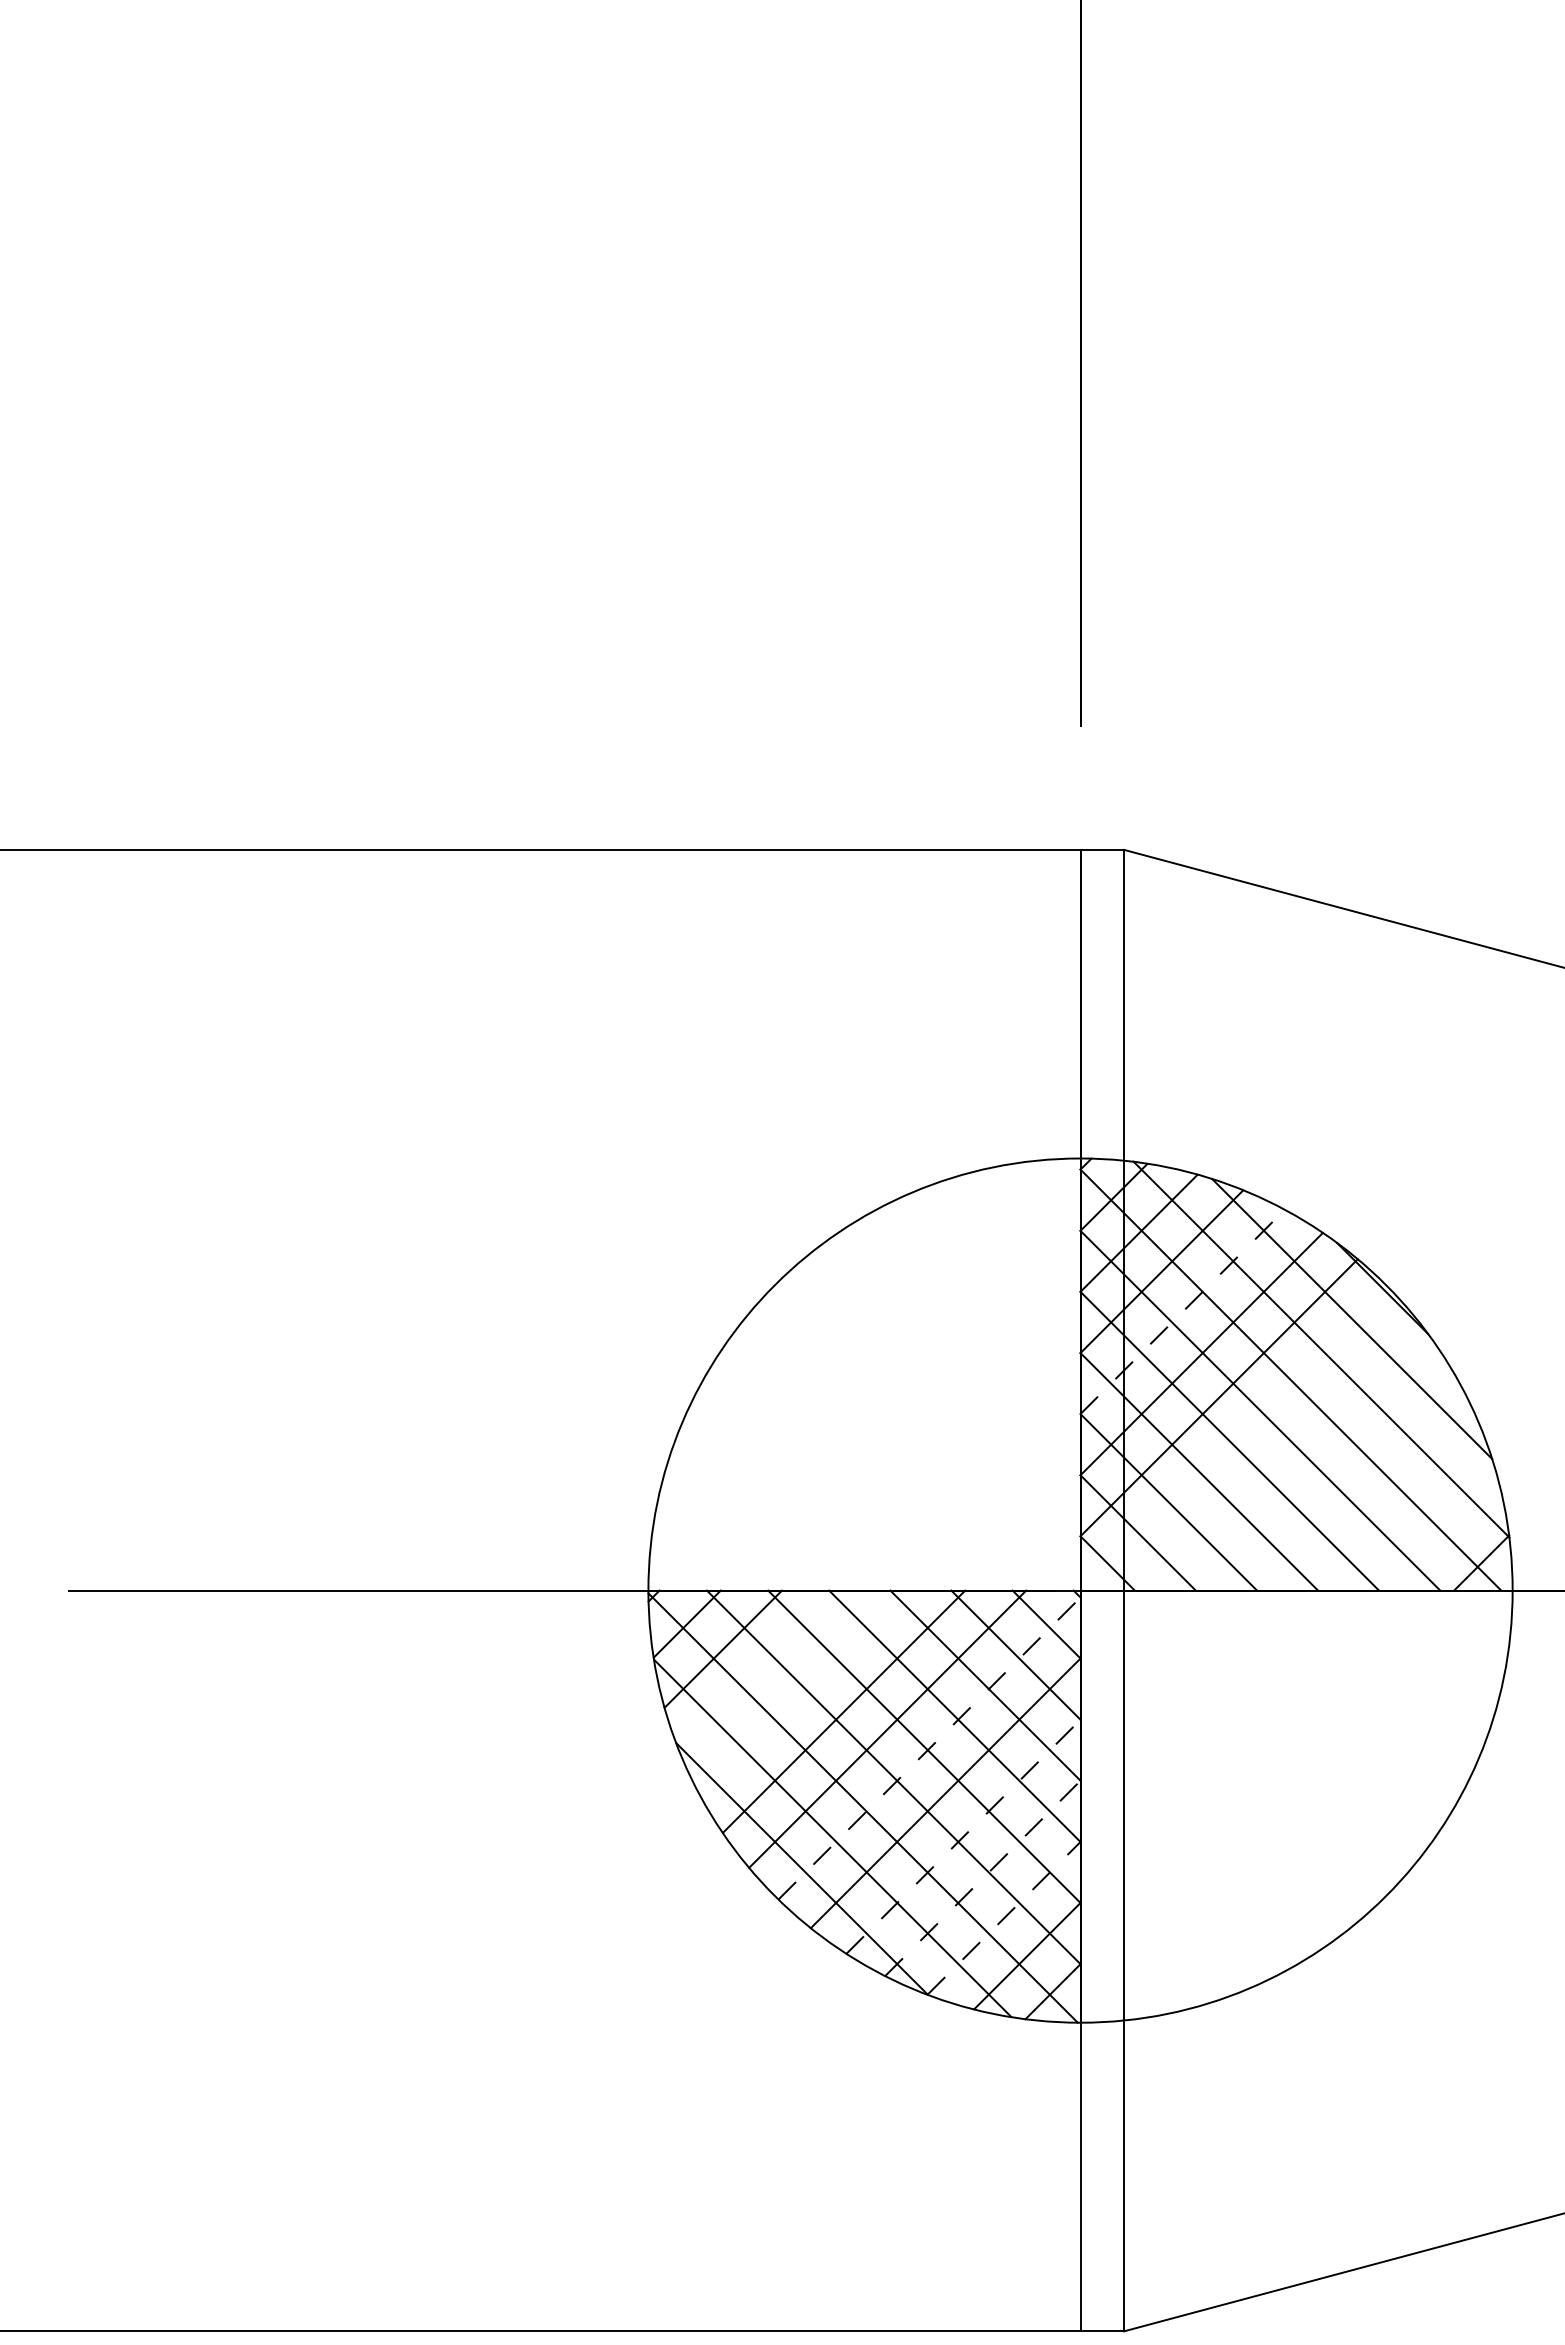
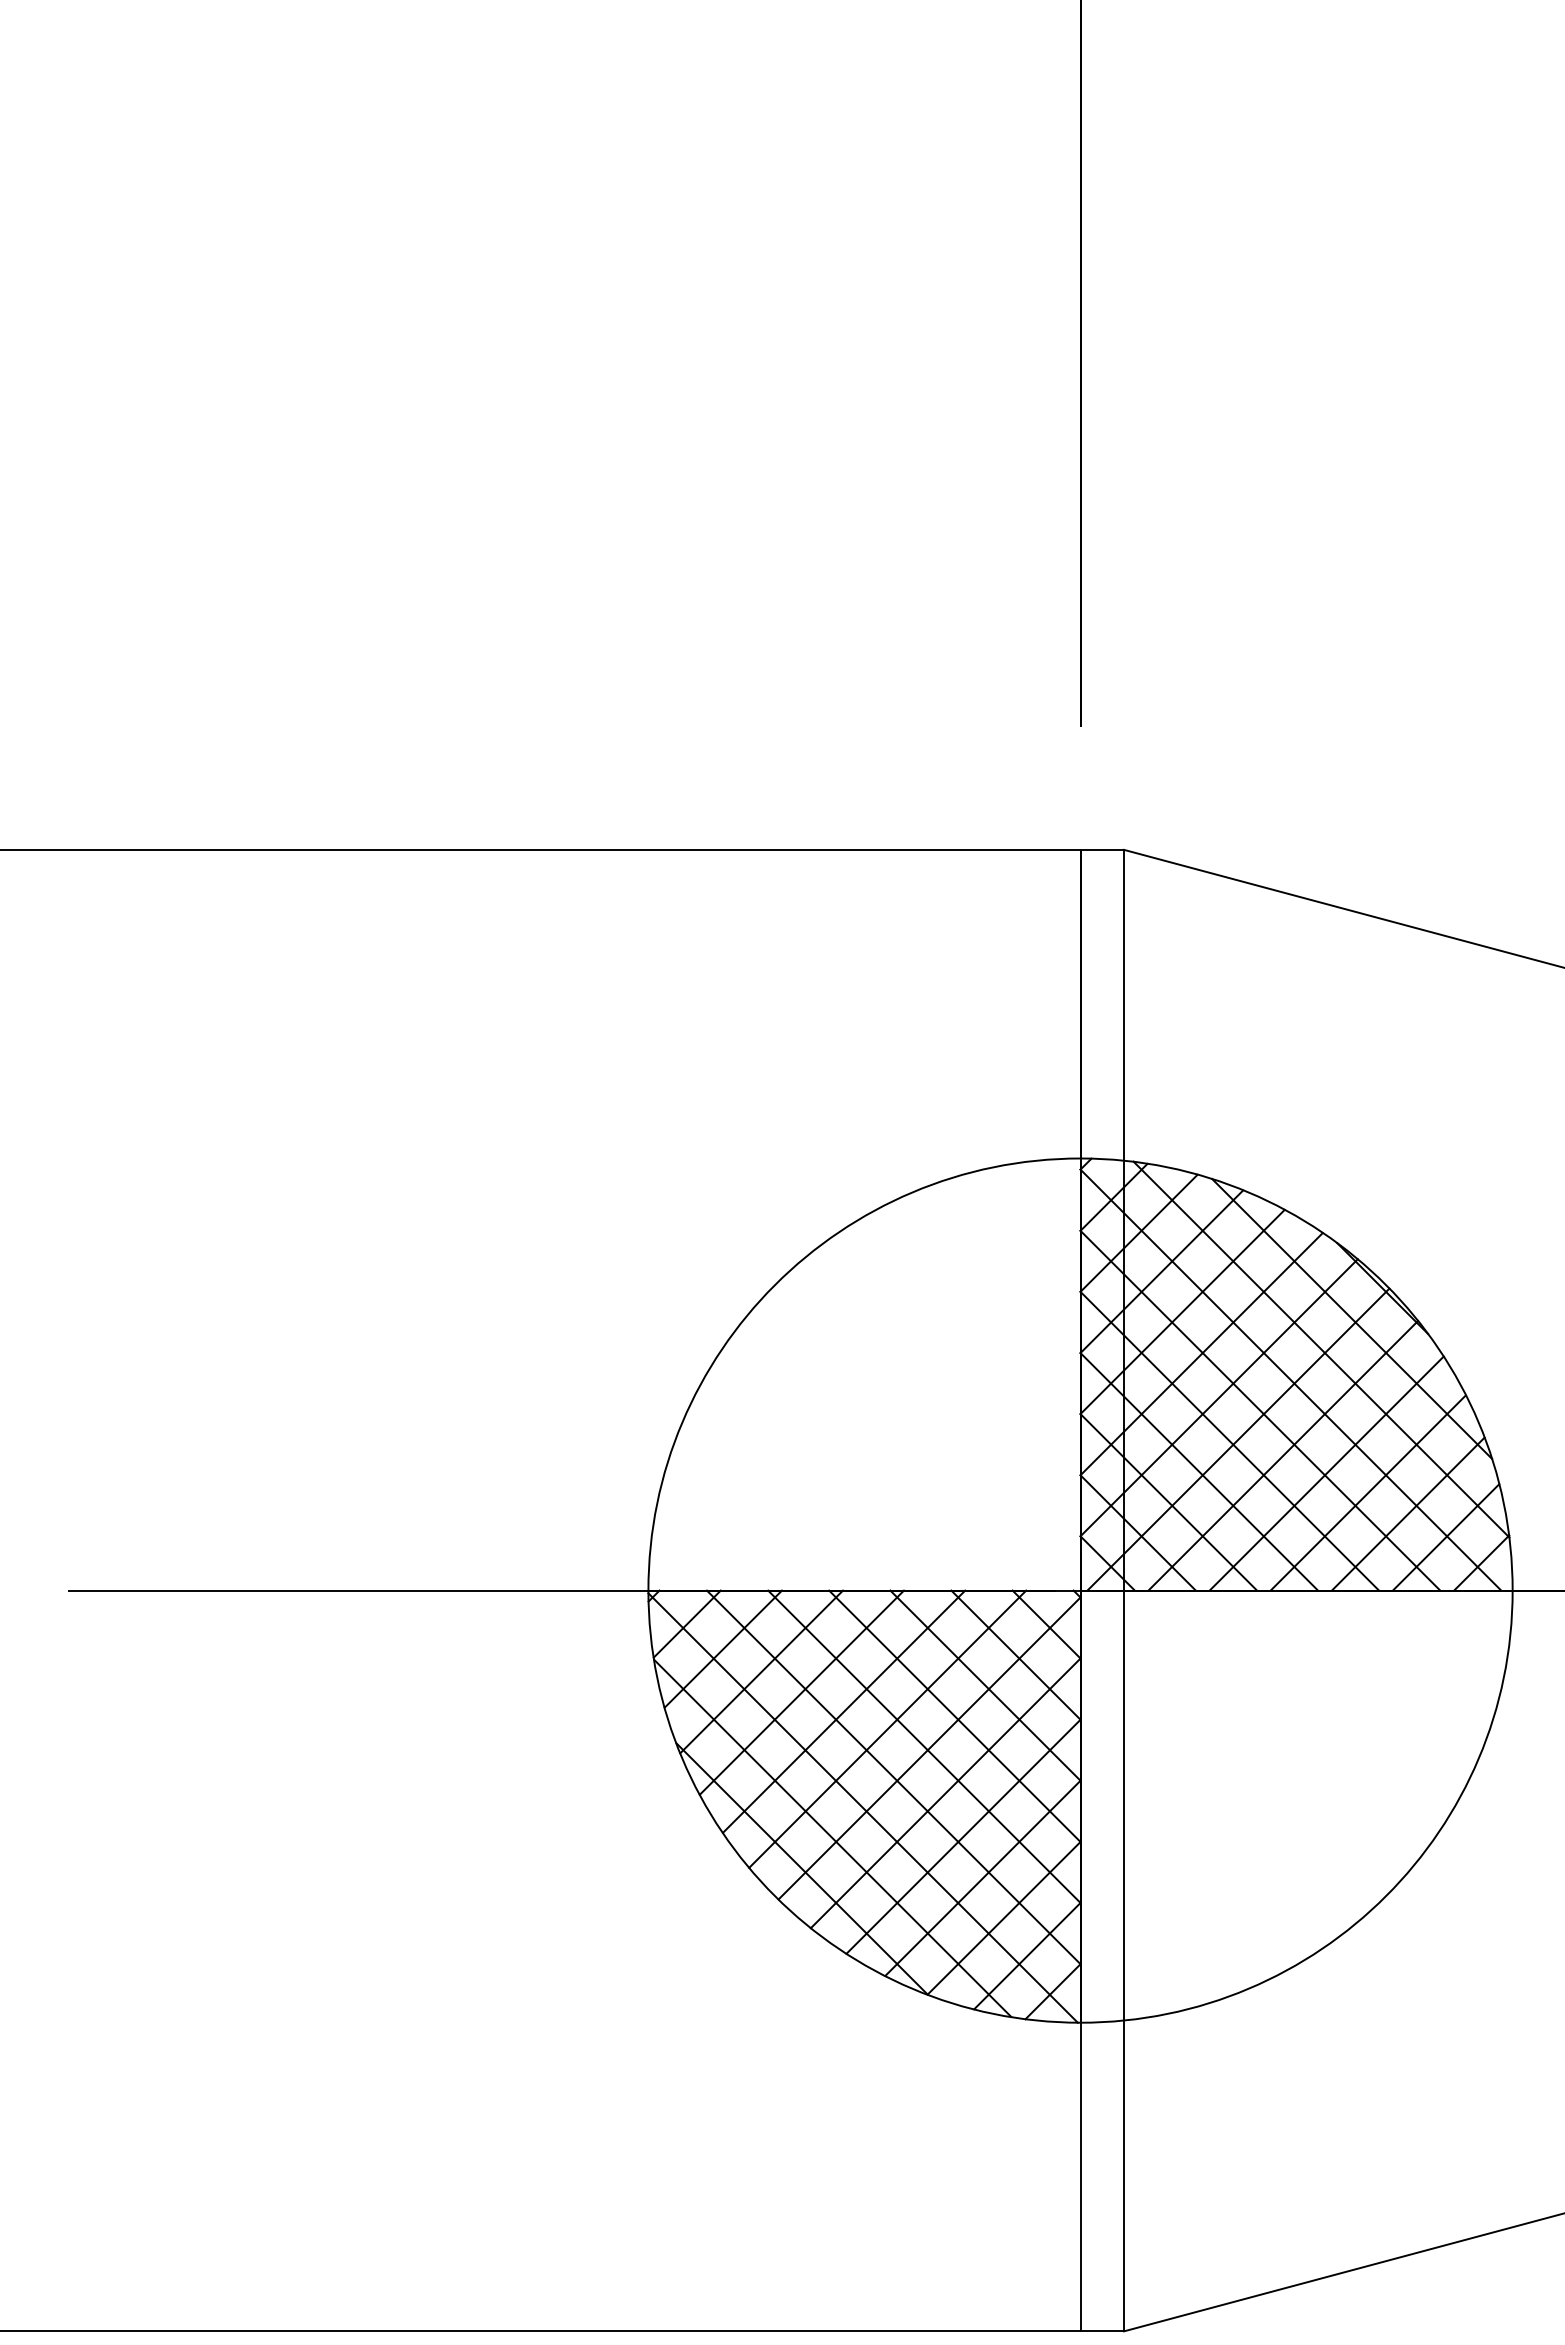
line at (1182, 1311): dashed -> solid
line at (1238, 1439): none -> present
line at (1283, 1455): none -> present
line at (1326, 1473): none -> present
line at (1367, 1492): none -> present
line at (1407, 1513): none -> present
line at (1445, 1537): none -> present
line at (761, 1671): none -> present
line at (801, 1692): none -> present
line at (929, 1748): dashed -> solid
line at (963, 1836): dashed -> solid
line at (983, 1878): dashed -> solid
line at (1004, 1918): dashed -> solid
